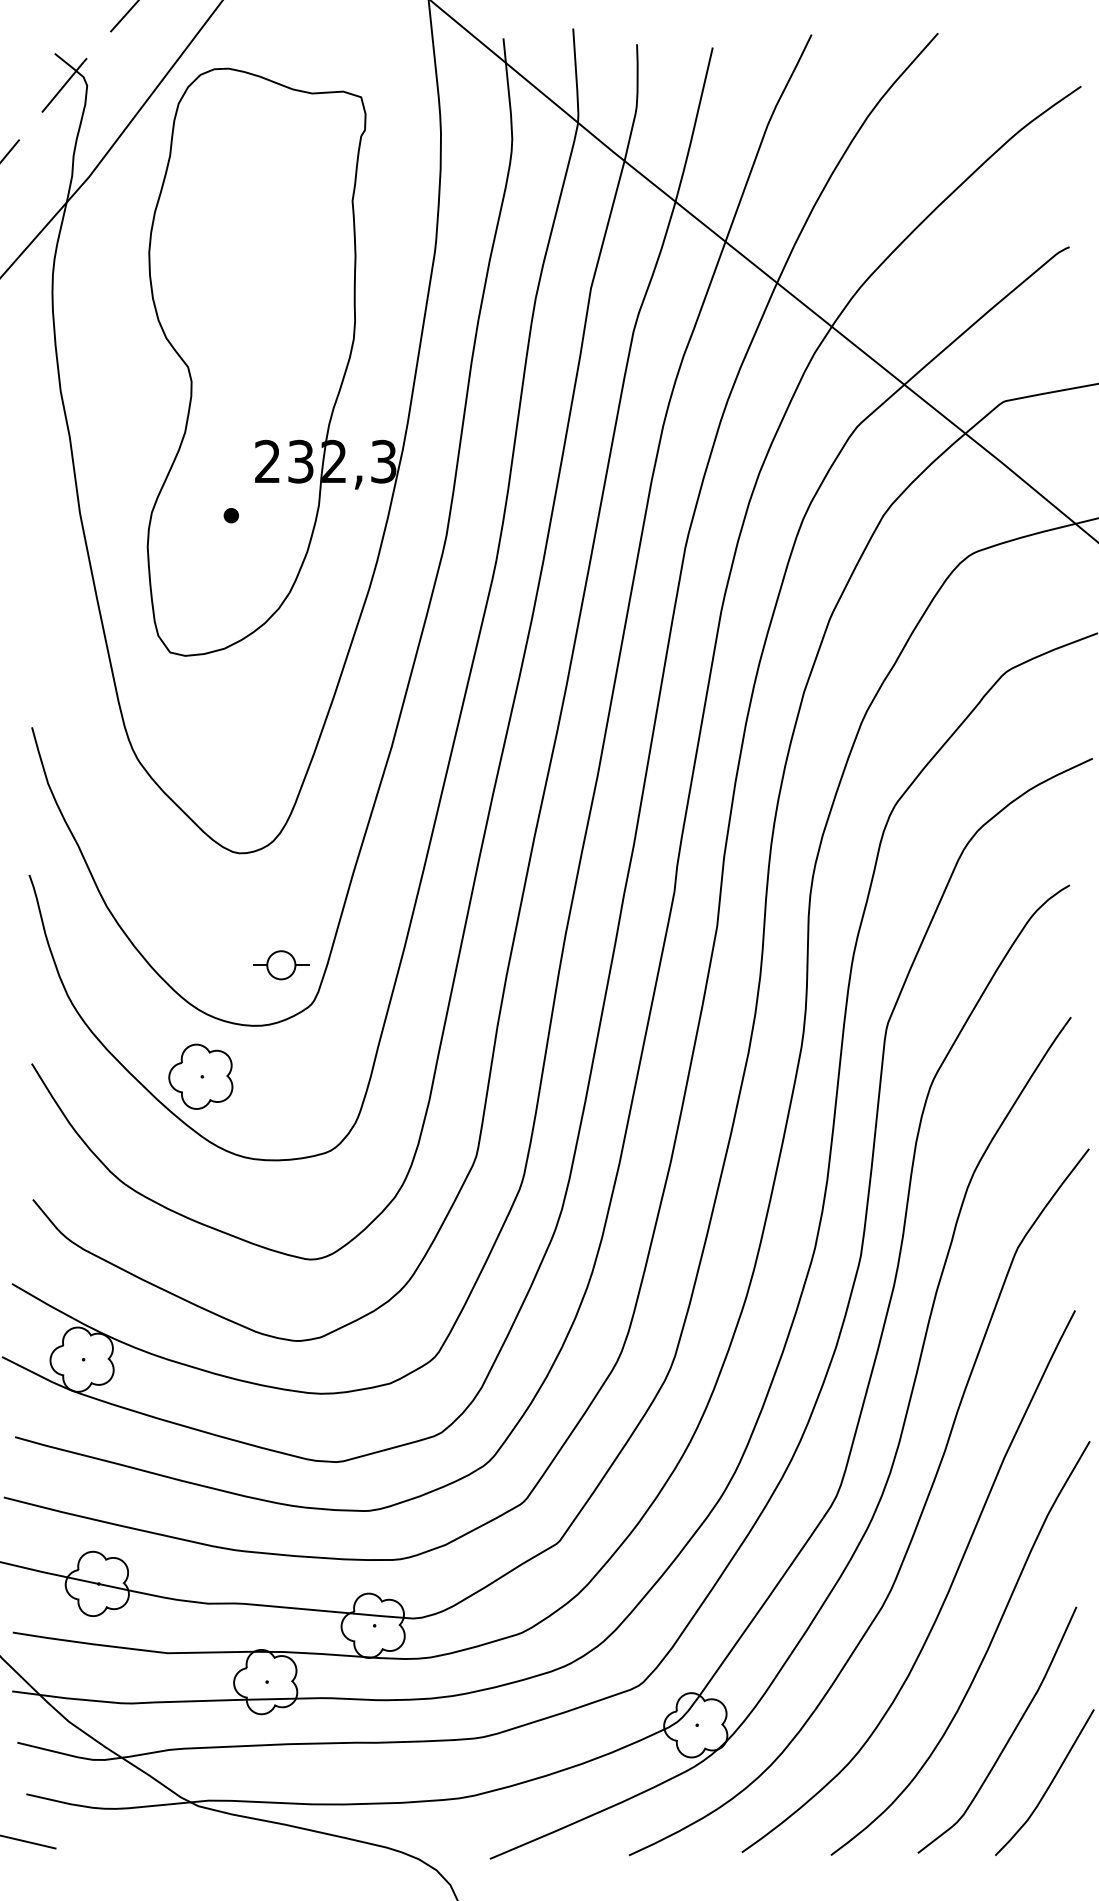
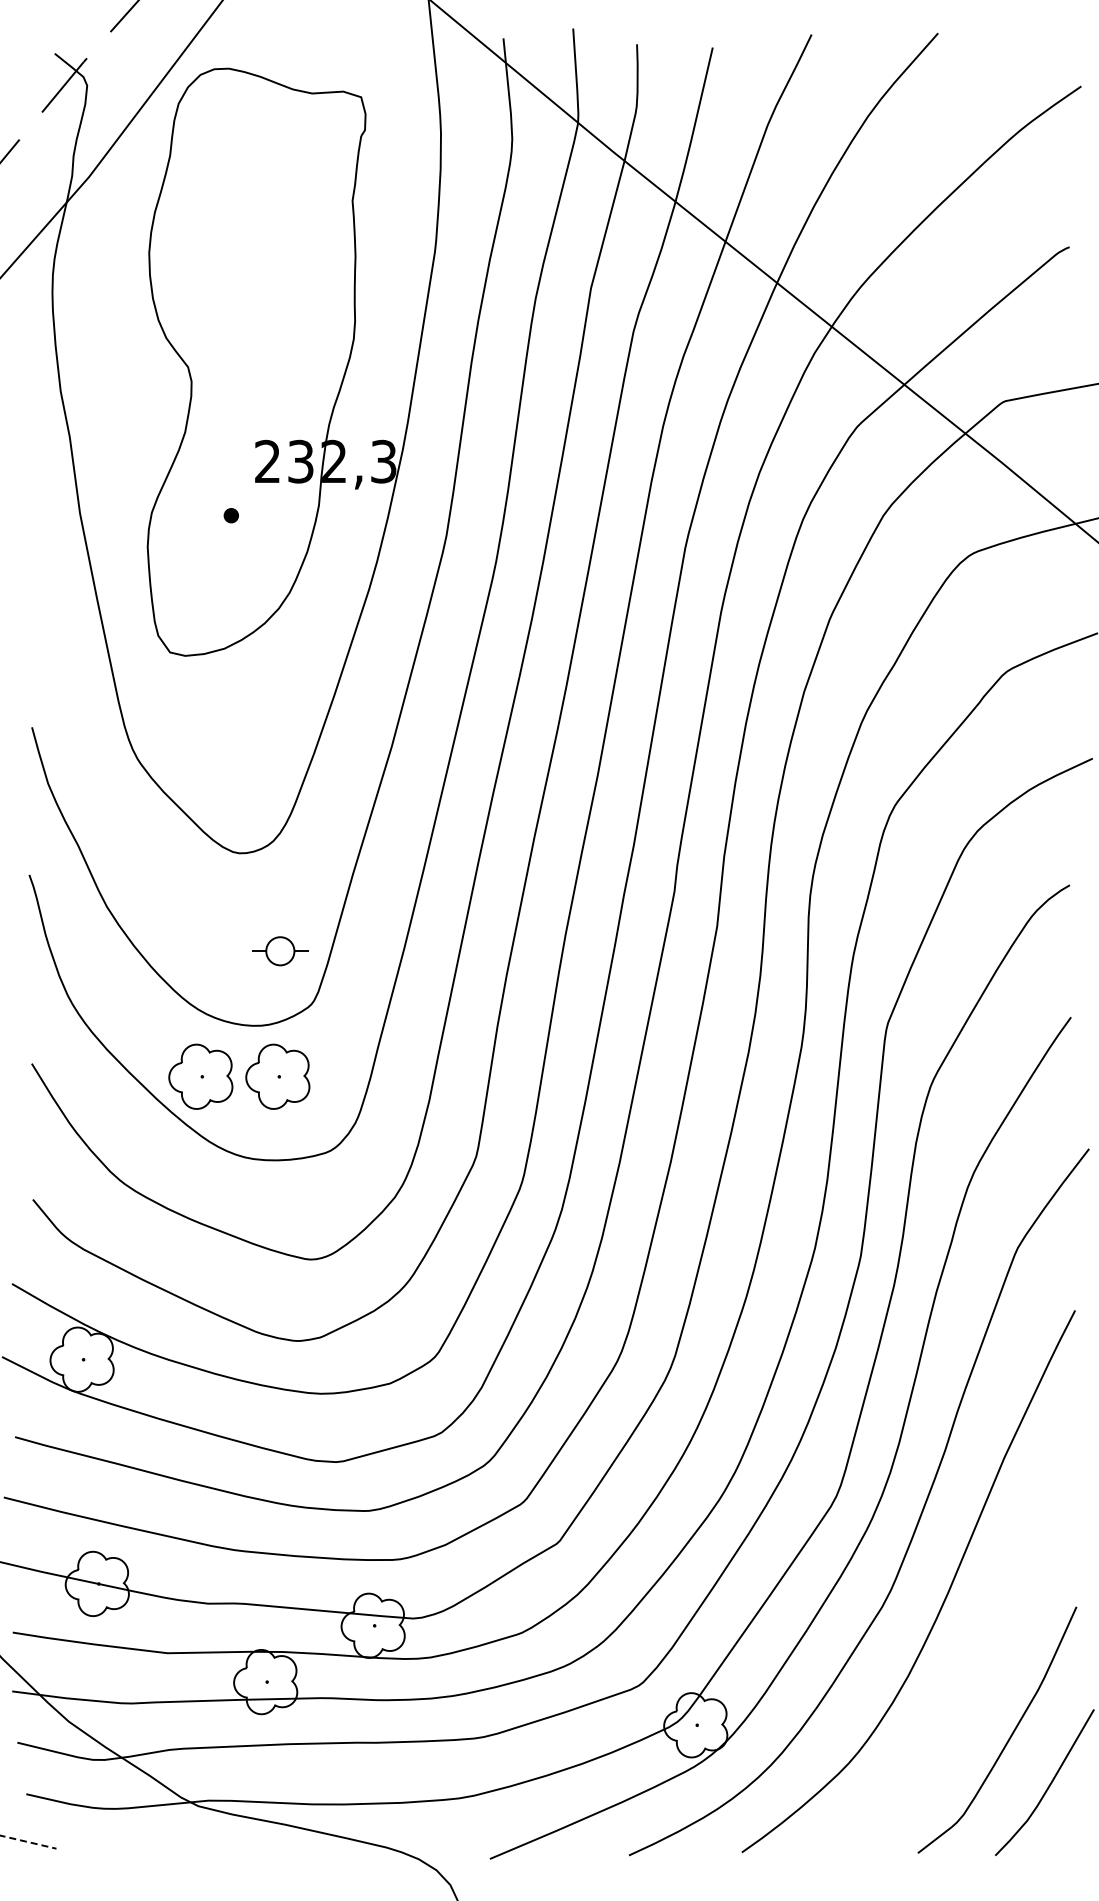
part at (281, 965) position: (281, 965) -> (280, 951)
part at (277, 1076): none -> present
curve at (982, 1658): present -> none
line at (28, 1842): solid -> dashed
